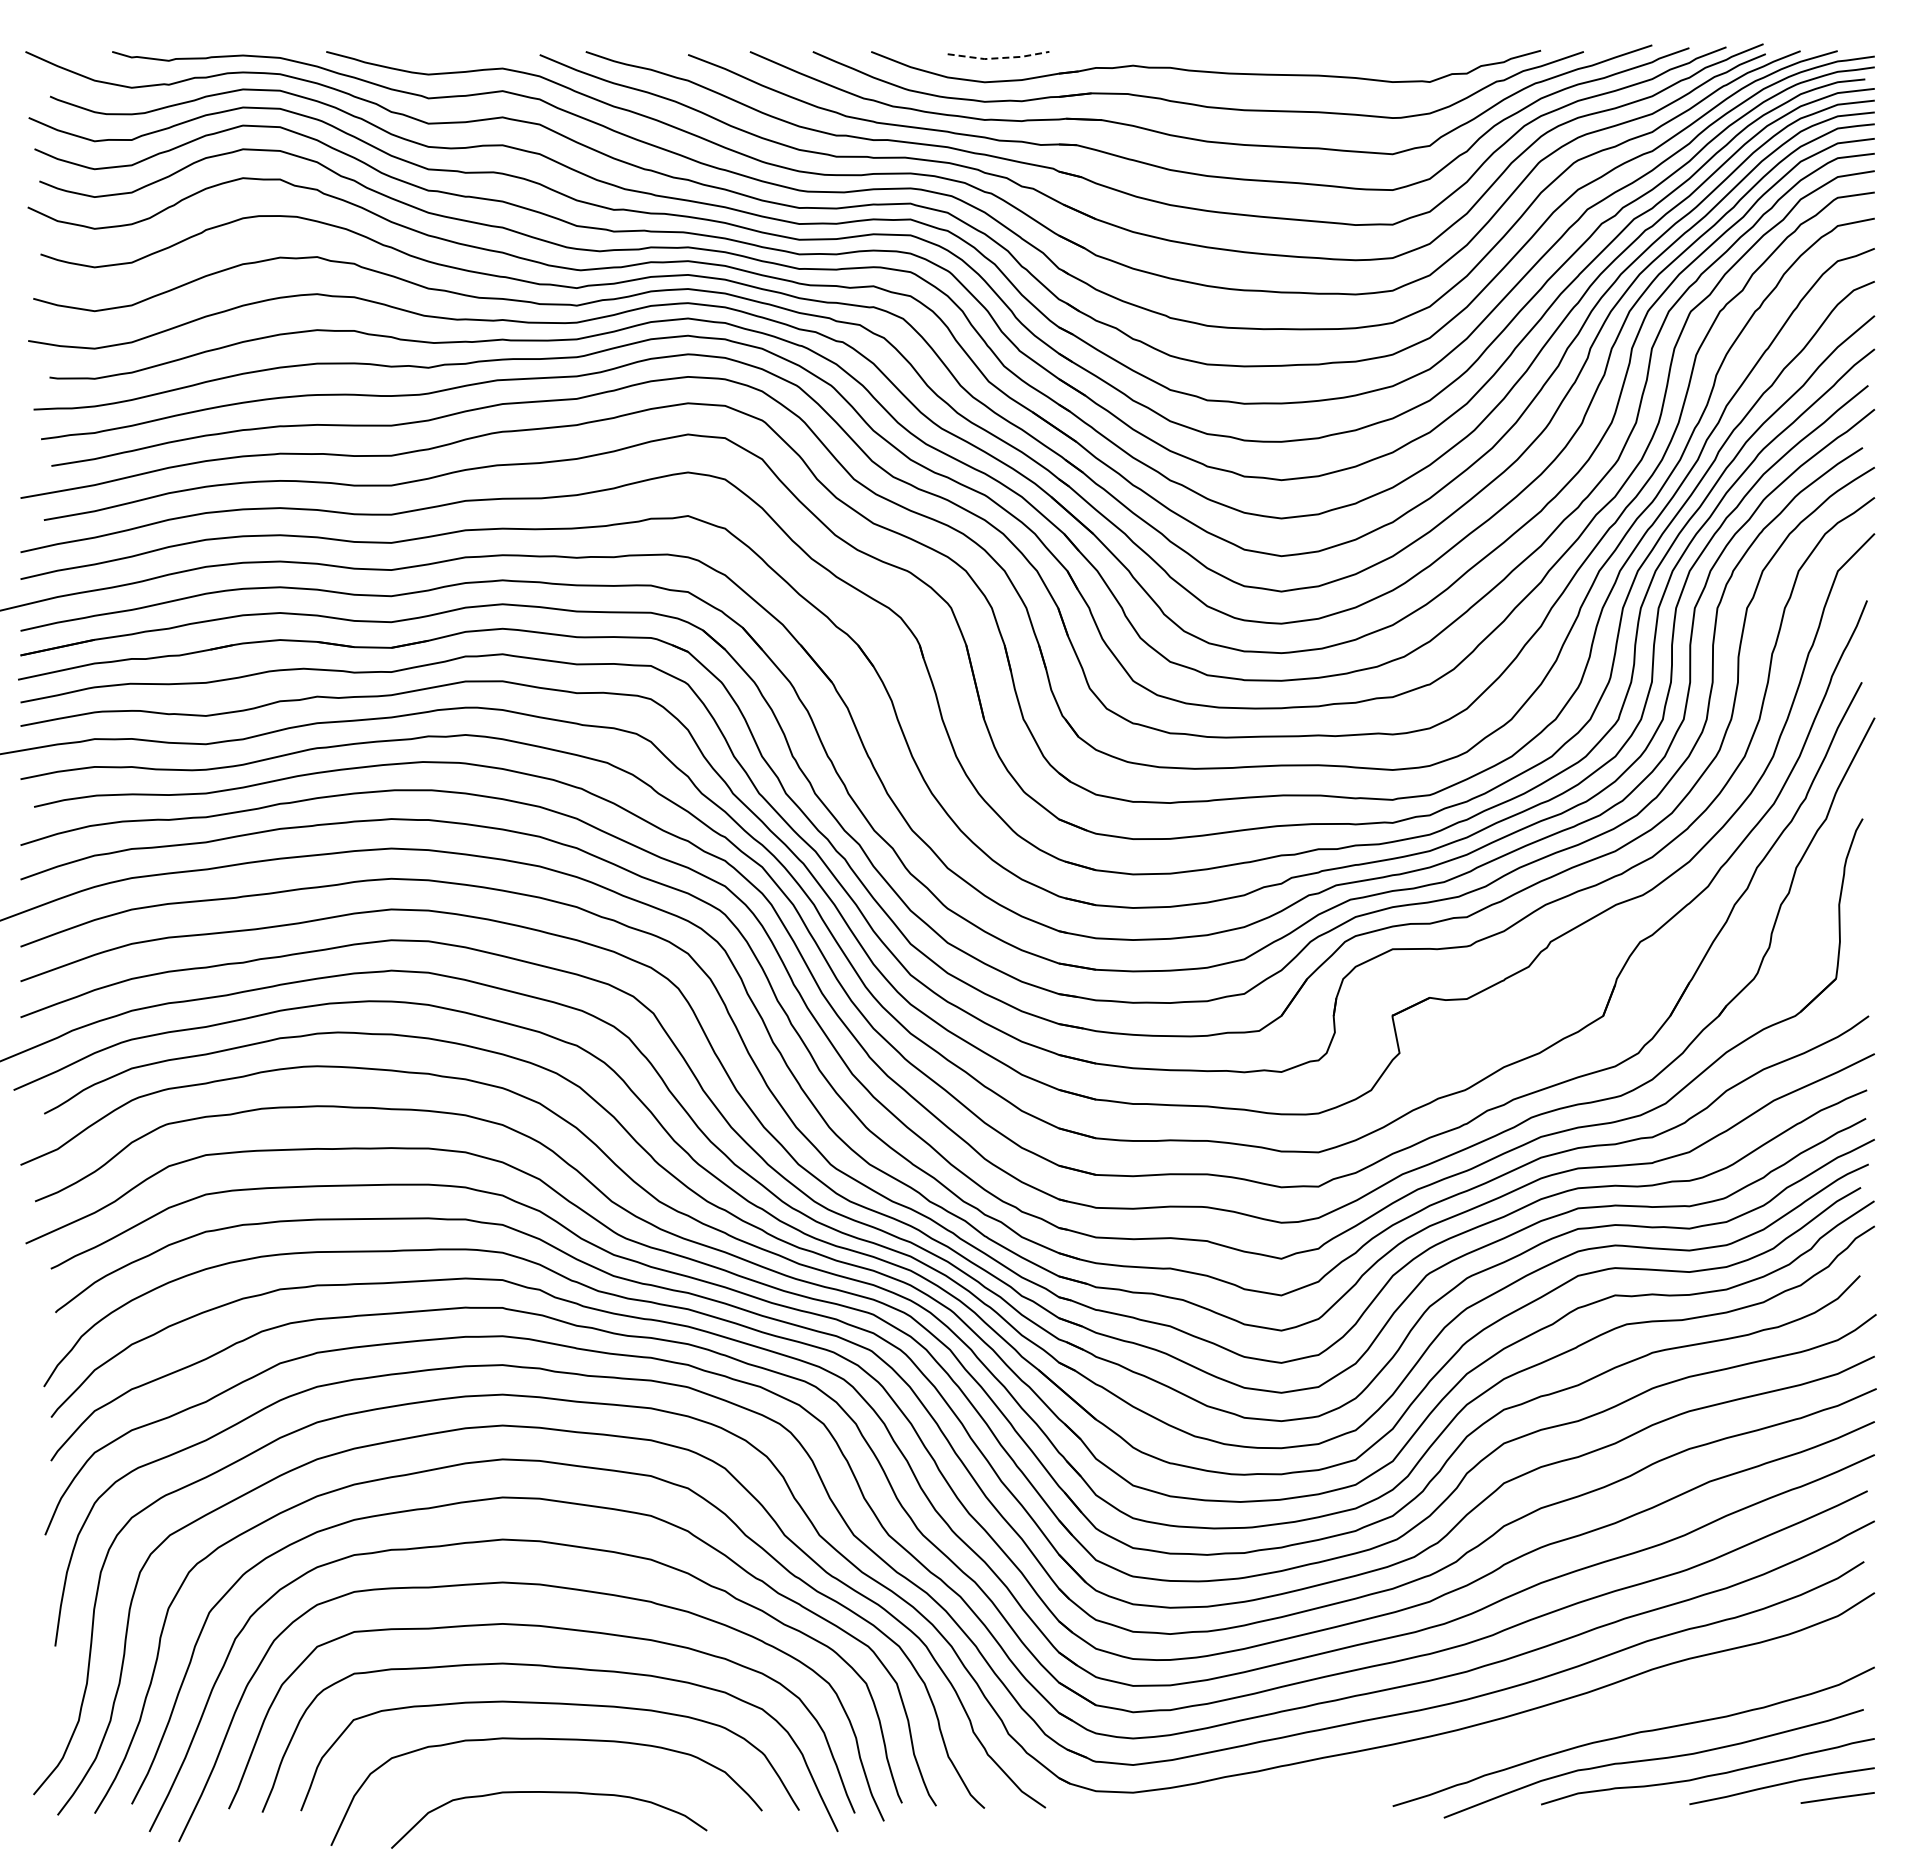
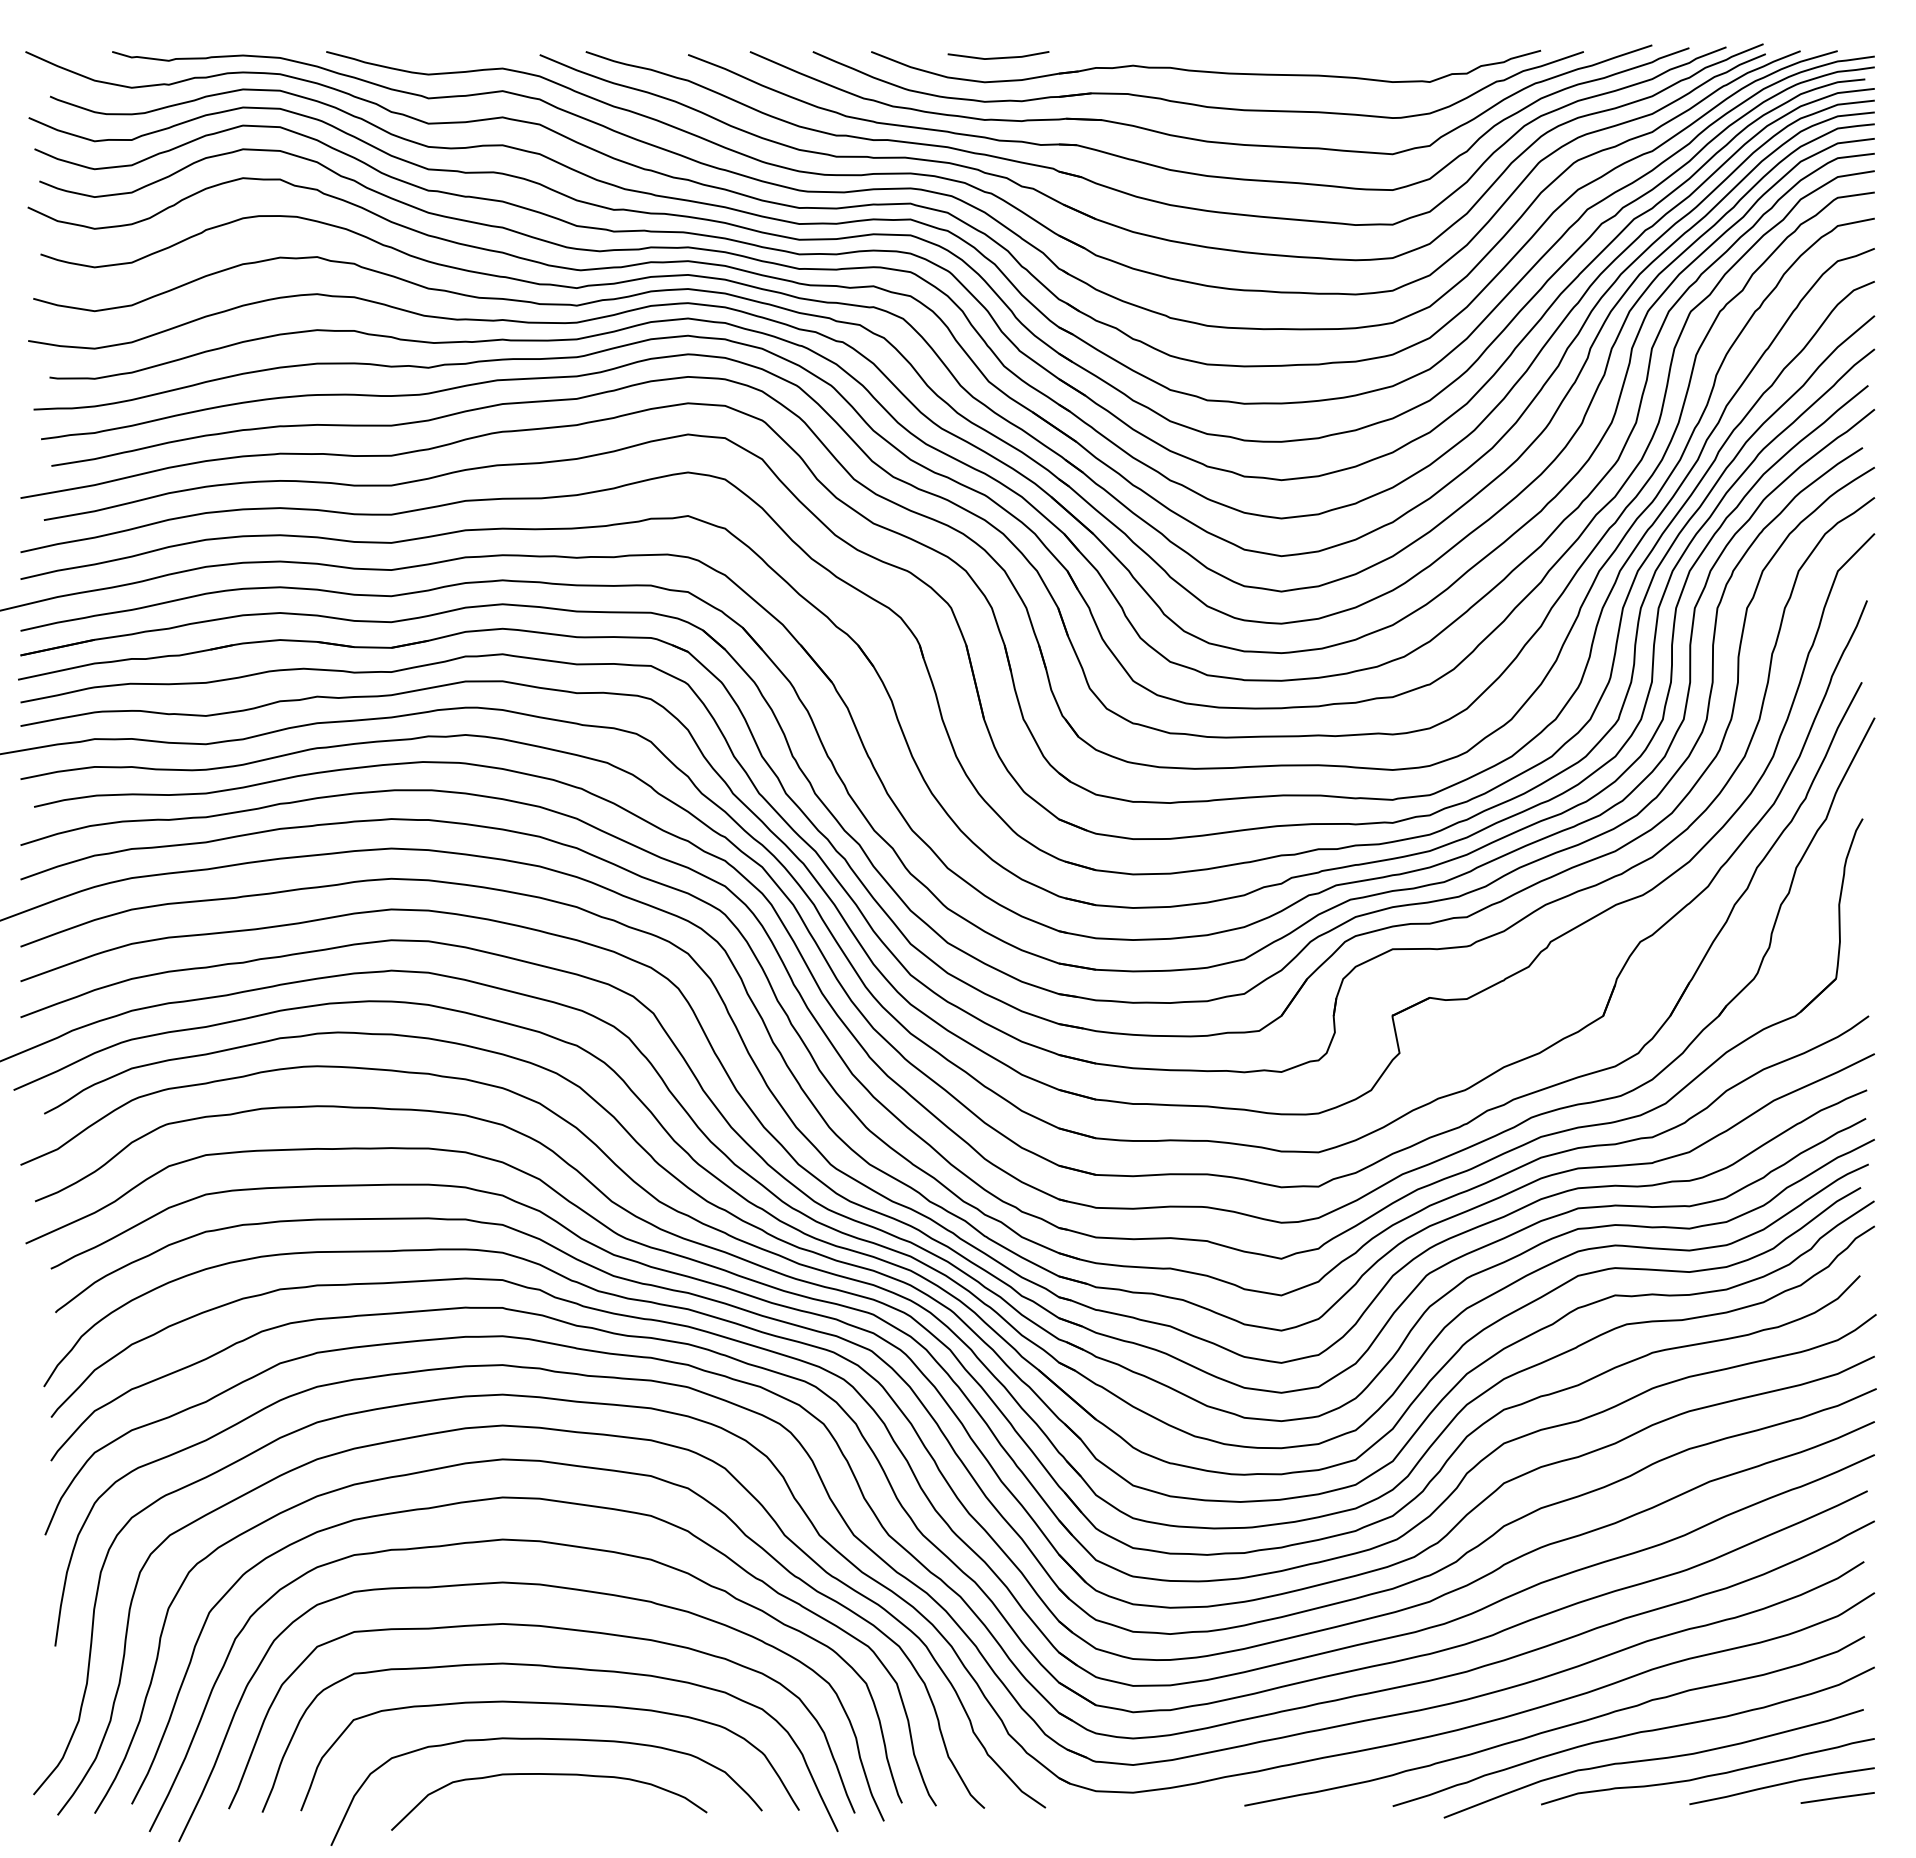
line at (998, 58): dashed -> solid
curve at (1556, 1727): none -> present
curve at (550, 1793) position: (550, 1793) -> (550, 1775)
